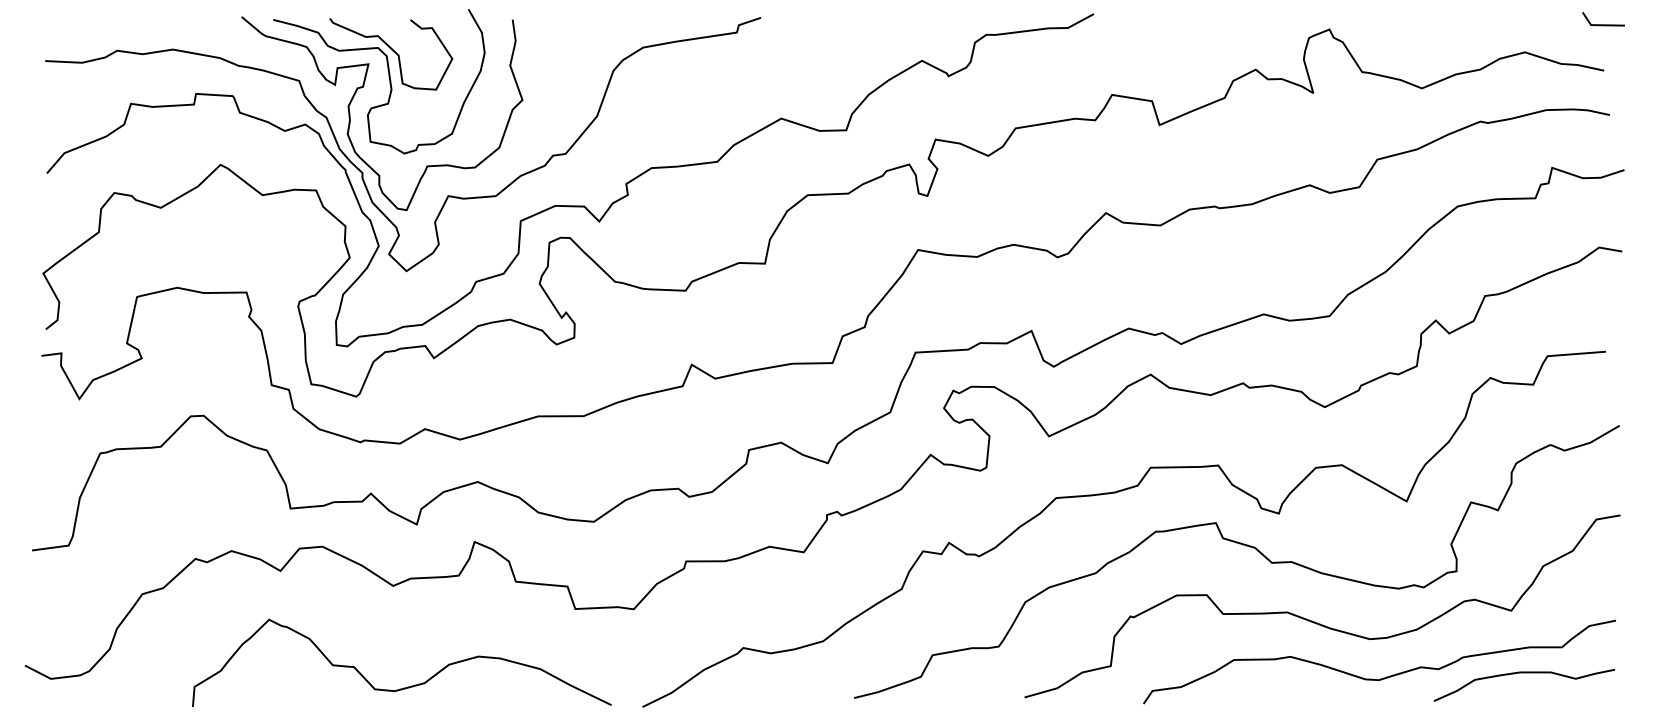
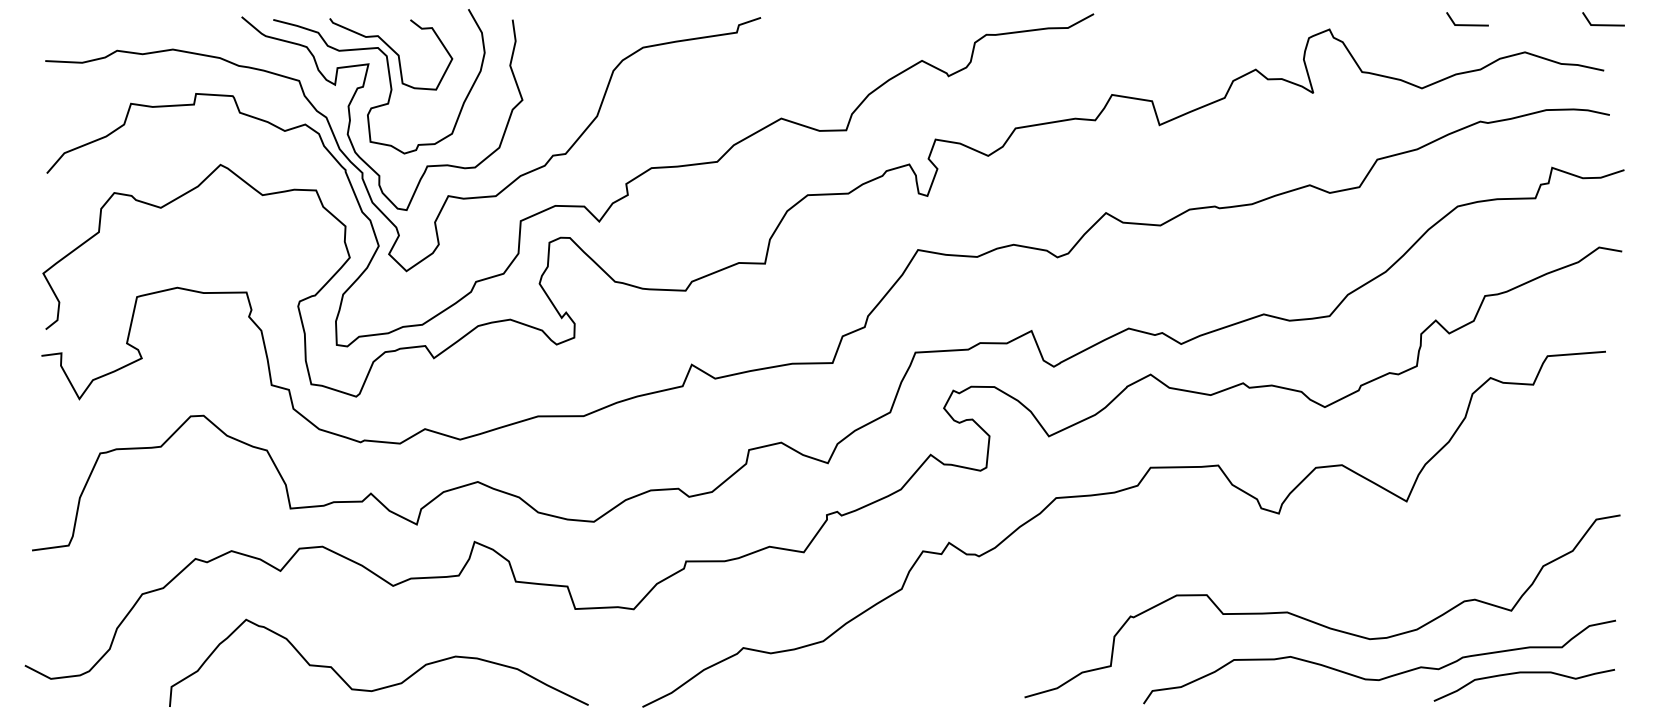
line at (1467, 24): none -> present
curve at (1239, 544): present -> none
curve at (407, 686) position: (407, 686) -> (384, 686)
